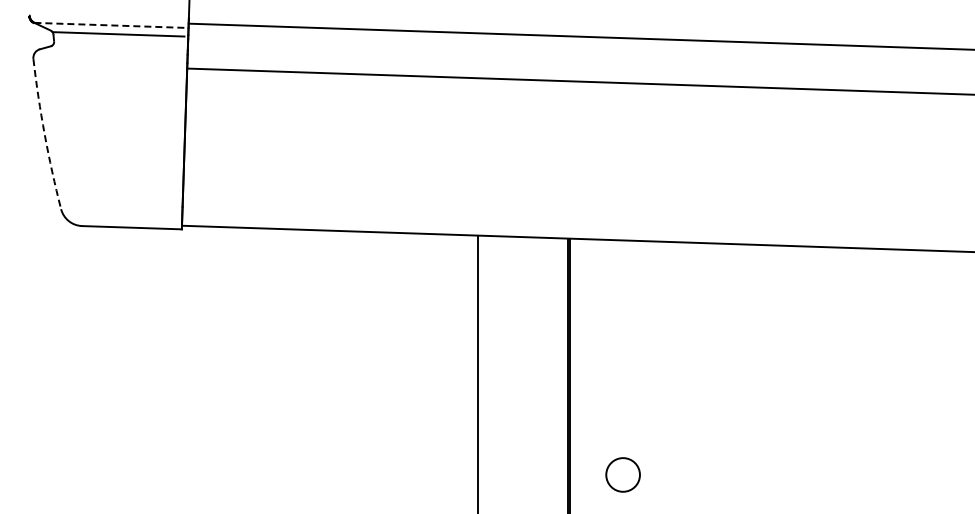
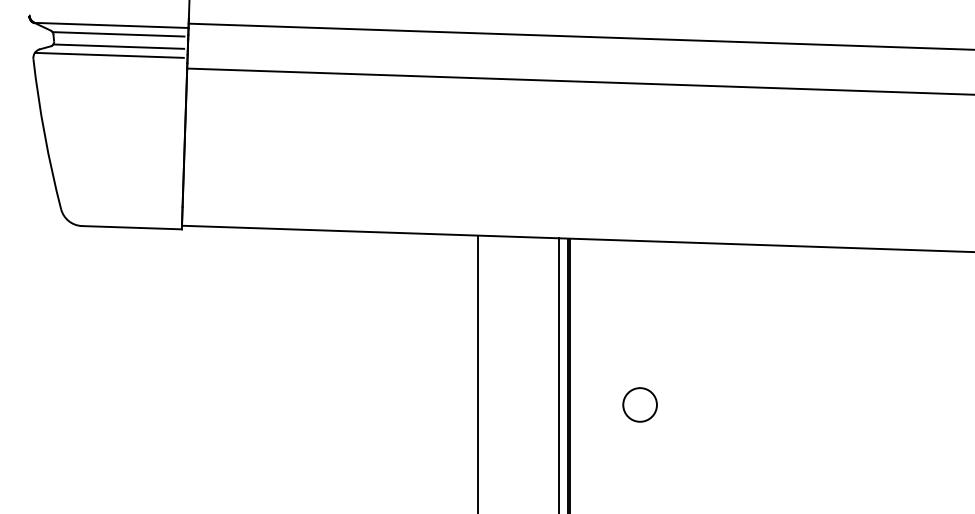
line at (111, 25): dashed -> solid
line at (118, 46): none -> present
line at (108, 54): none -> present
arc at (44, 134): dashed -> solid
line at (559, 374): none -> present
circle at (622, 474) position: (622, 474) -> (639, 404)
